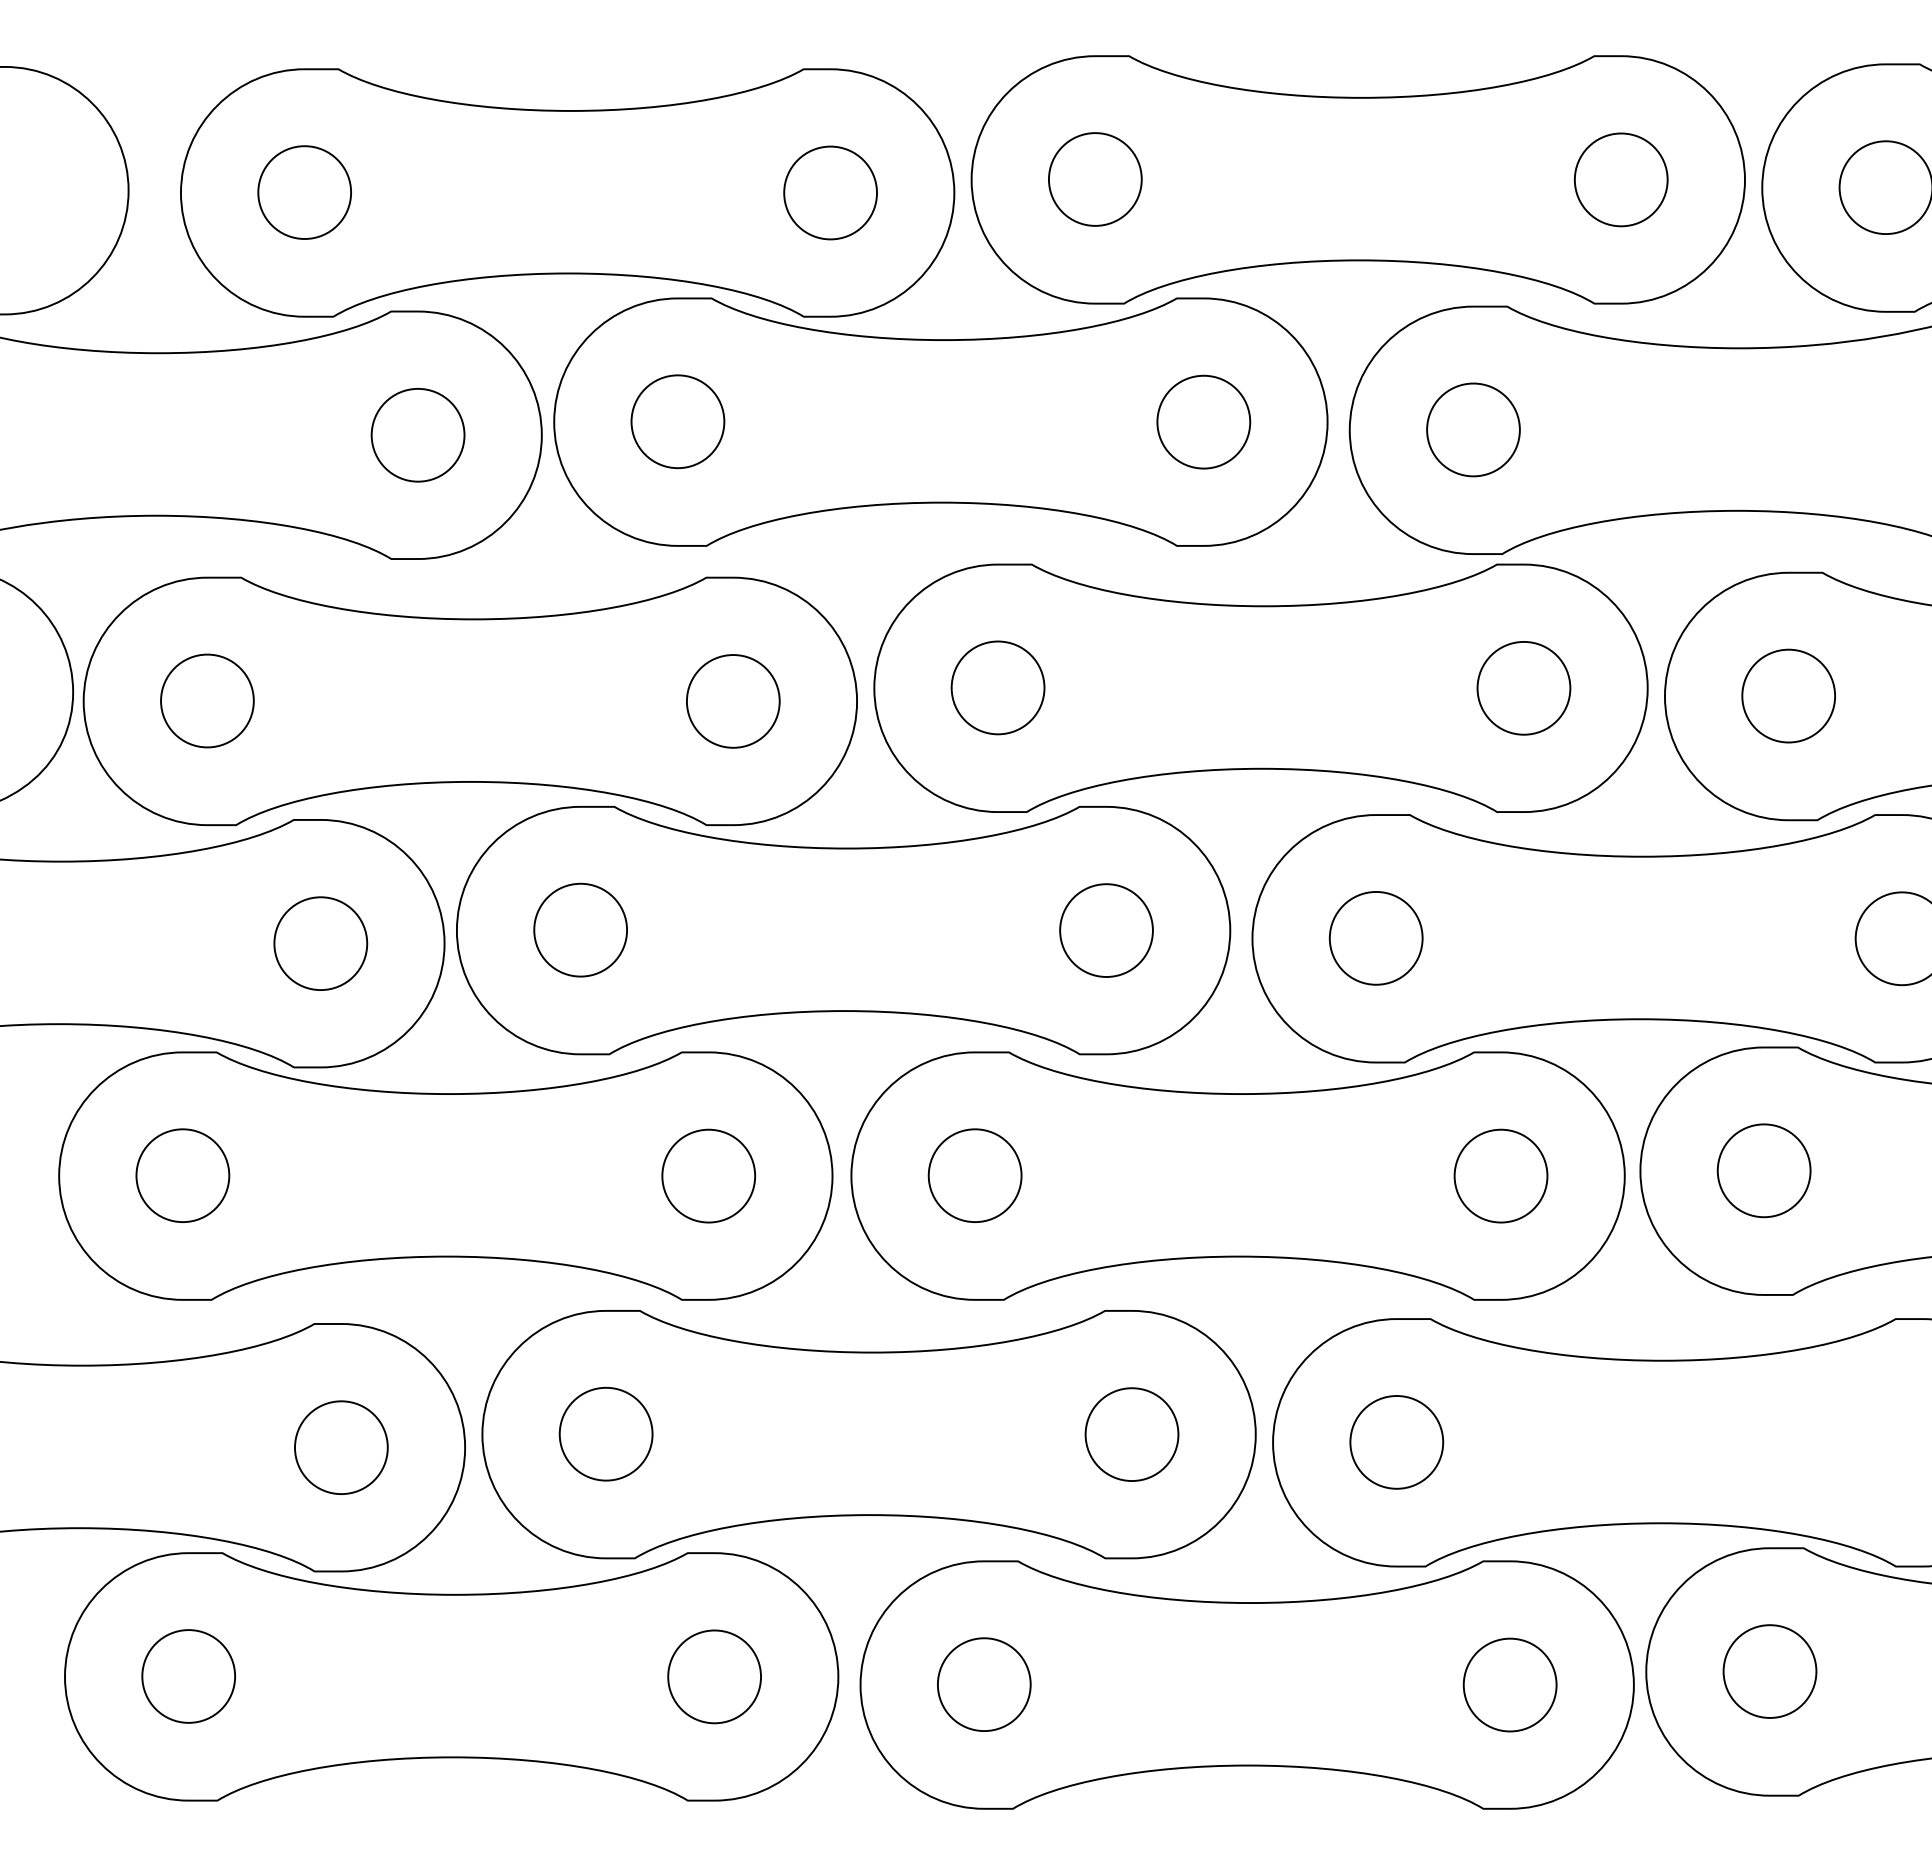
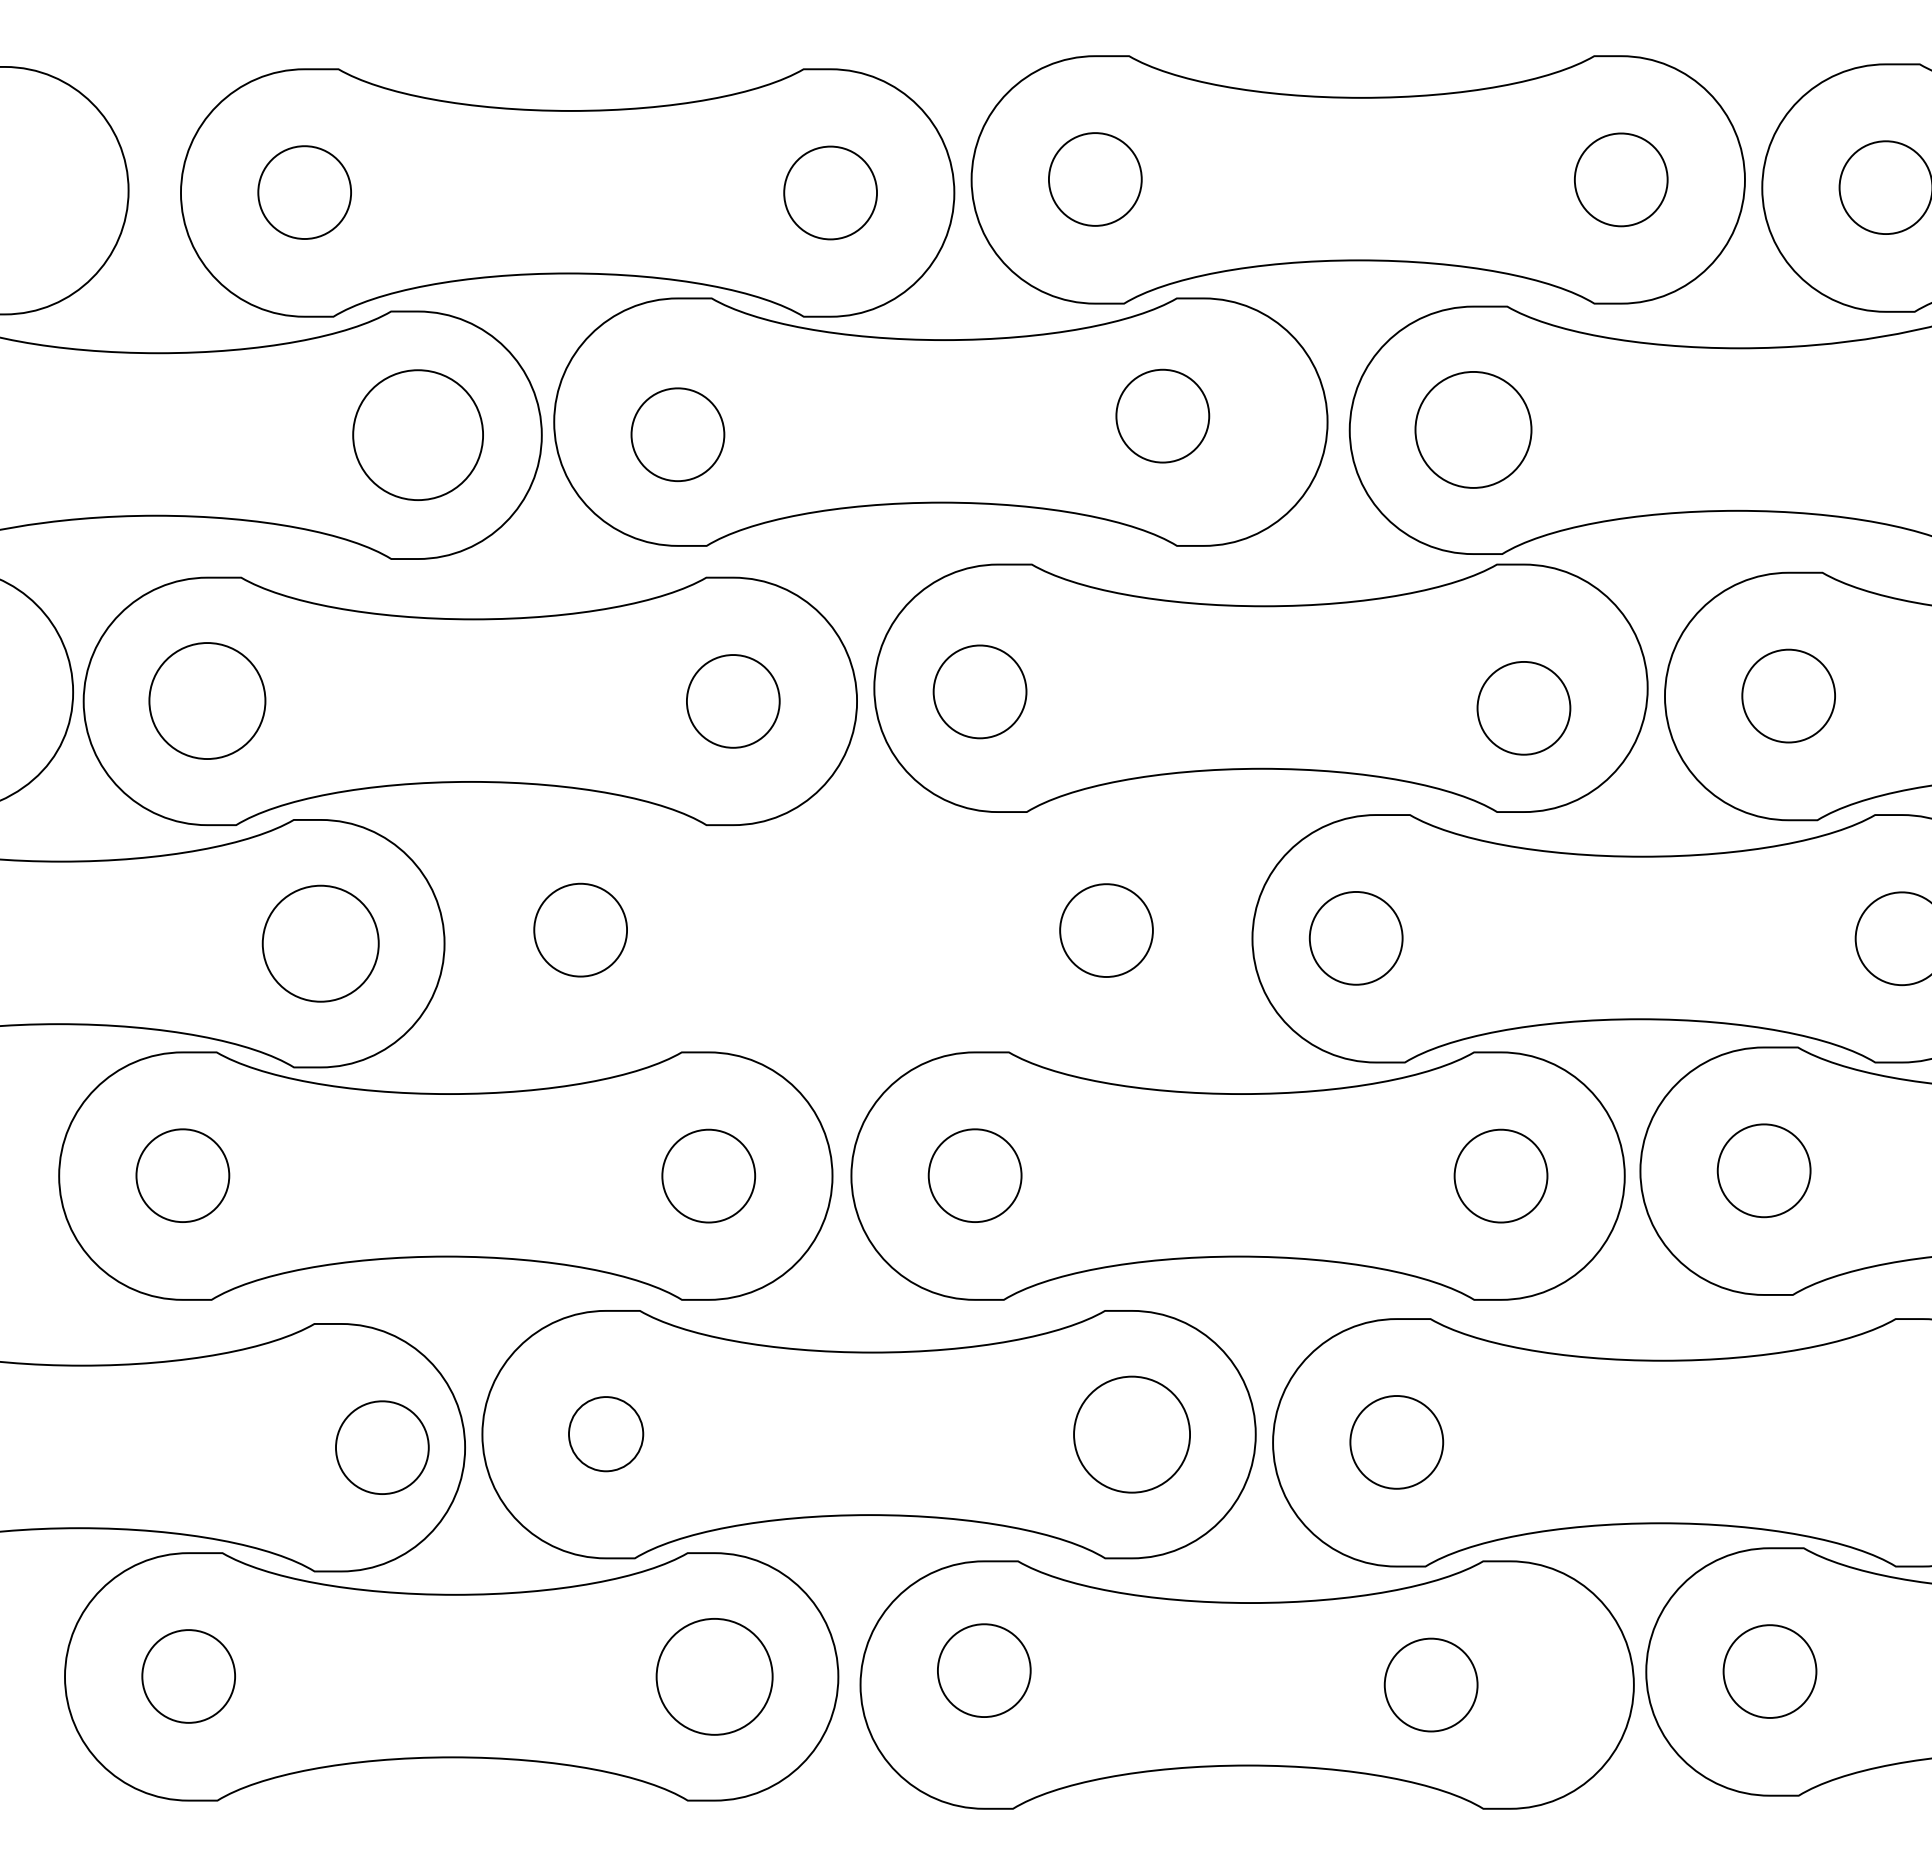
part at (677, 421) position: (677, 421) -> (677, 434)
part at (1203, 421) position: (1203, 421) -> (1162, 415)
part at (1473, 429) size: 95x96 px -> 119x118 px
part at (417, 435) size: 96x95 px -> 132x132 px
part at (997, 687) position: (997, 687) -> (979, 691)
part at (1523, 688) position: (1523, 688) -> (1523, 708)
part at (207, 700) size: 95x96 px -> 119x118 px
part at (843, 930): present -> none
part at (1375, 938) position: (1375, 938) -> (1355, 938)
part at (320, 943) size: 96x95 px -> 119x119 px
part at (605, 1433) size: 96x96 px -> 77x77 px
part at (1131, 1434) size: 96x95 px -> 118x119 px
part at (341, 1447) position: (341, 1447) -> (382, 1447)
part at (714, 1676) size: 95x96 px -> 119x118 px
part at (984, 1684) position: (984, 1684) -> (984, 1670)
part at (1509, 1684) position: (1509, 1684) -> (1430, 1684)
